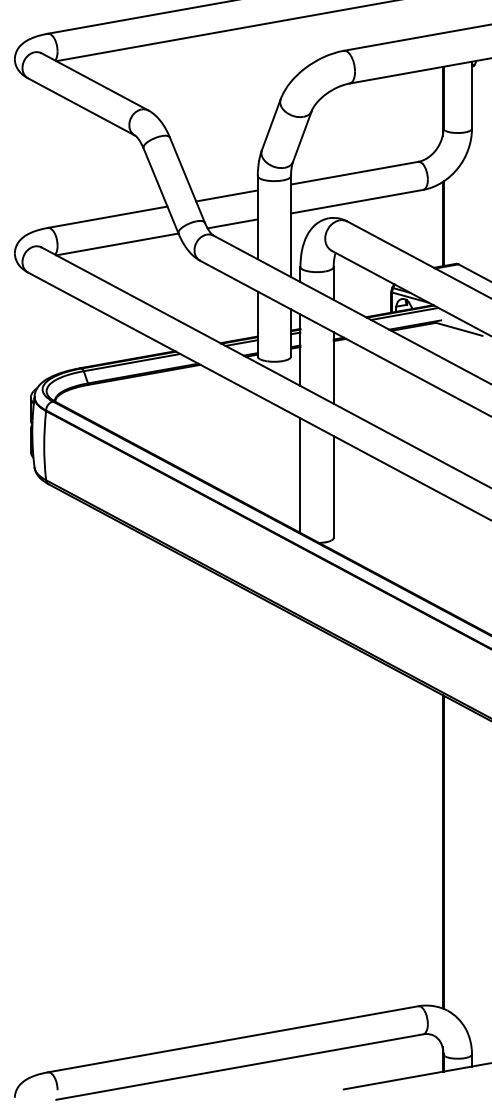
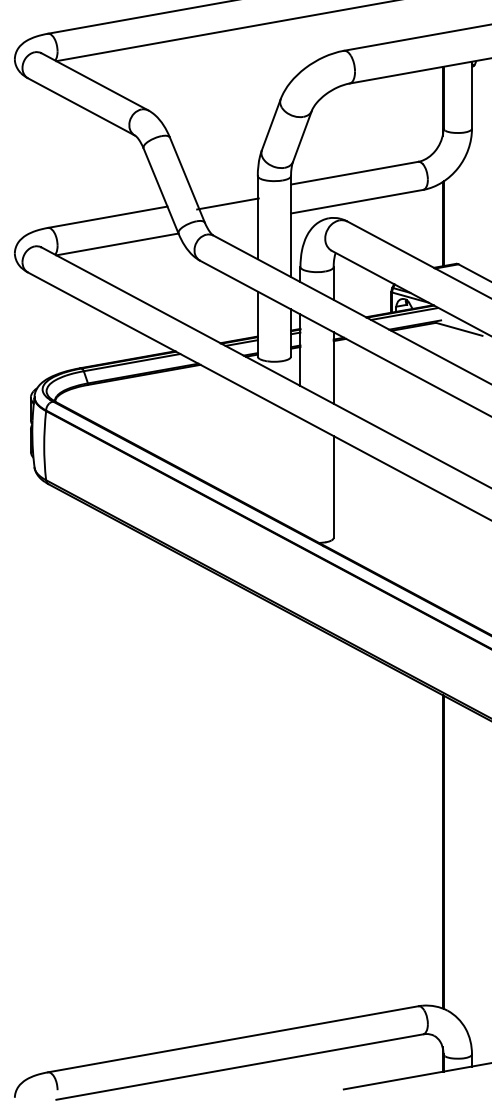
line at (226, 195) position: (226, 195) -> (227, 203)
line at (232, 223): present -> none
line at (300, 475): present -> none
